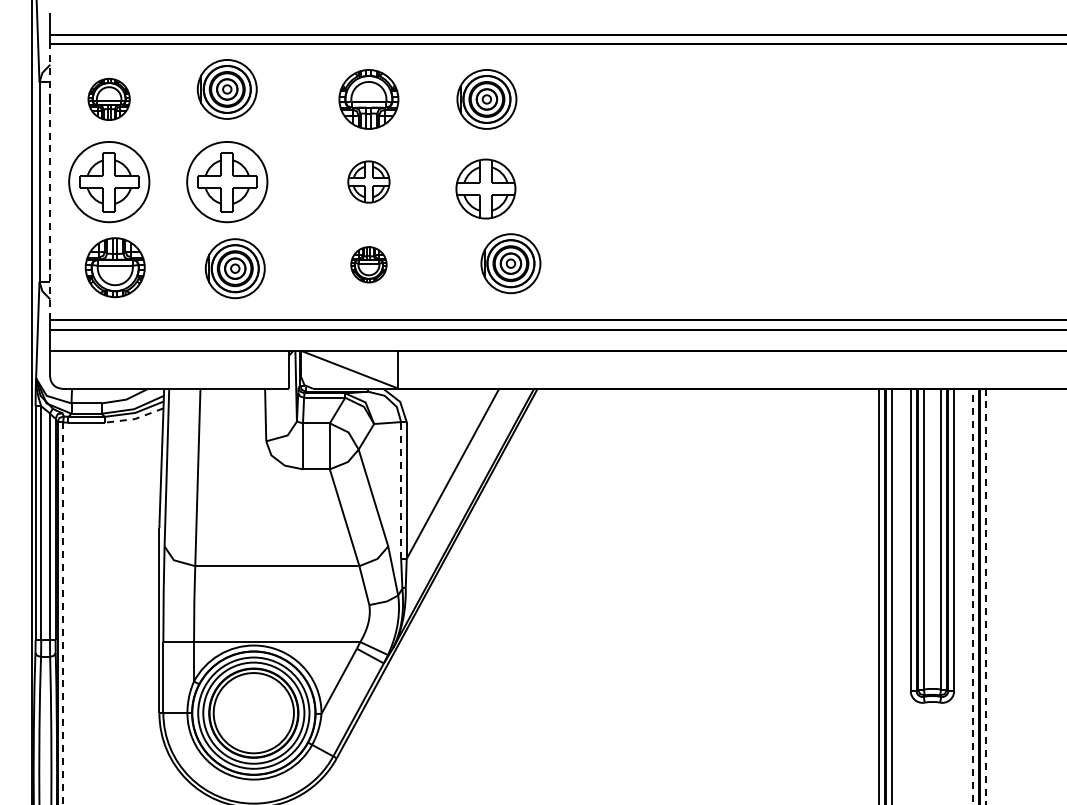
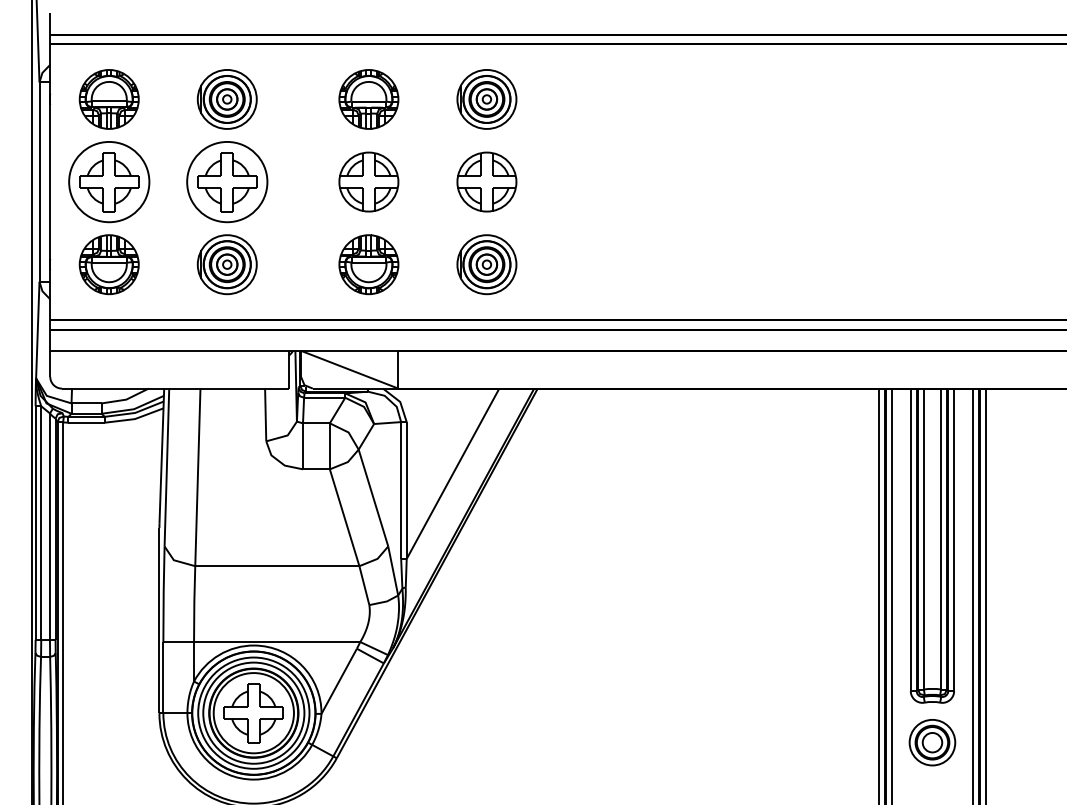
part at (226, 89) position: (226, 89) -> (226, 99)
part at (108, 98) size: 44x44 px -> 62x61 px
line at (50, 181): dashed -> solid
part at (368, 181) size: 44x44 px -> 62x62 px
part at (485, 188) position: (485, 188) -> (486, 181)
part at (510, 263) position: (510, 263) -> (486, 264)
part at (368, 264) size: 38x38 px -> 62x62 px
part at (114, 267) position: (114, 267) -> (108, 264)
part at (234, 268) position: (234, 268) -> (226, 264)
line at (135, 419): dashed -> solid
line at (401, 490): dashed -> solid
line at (973, 596): dashed -> solid
line at (986, 596): dashed -> solid
line at (63, 613): dashed -> solid
part at (253, 713): none -> present
part at (932, 742): none -> present
